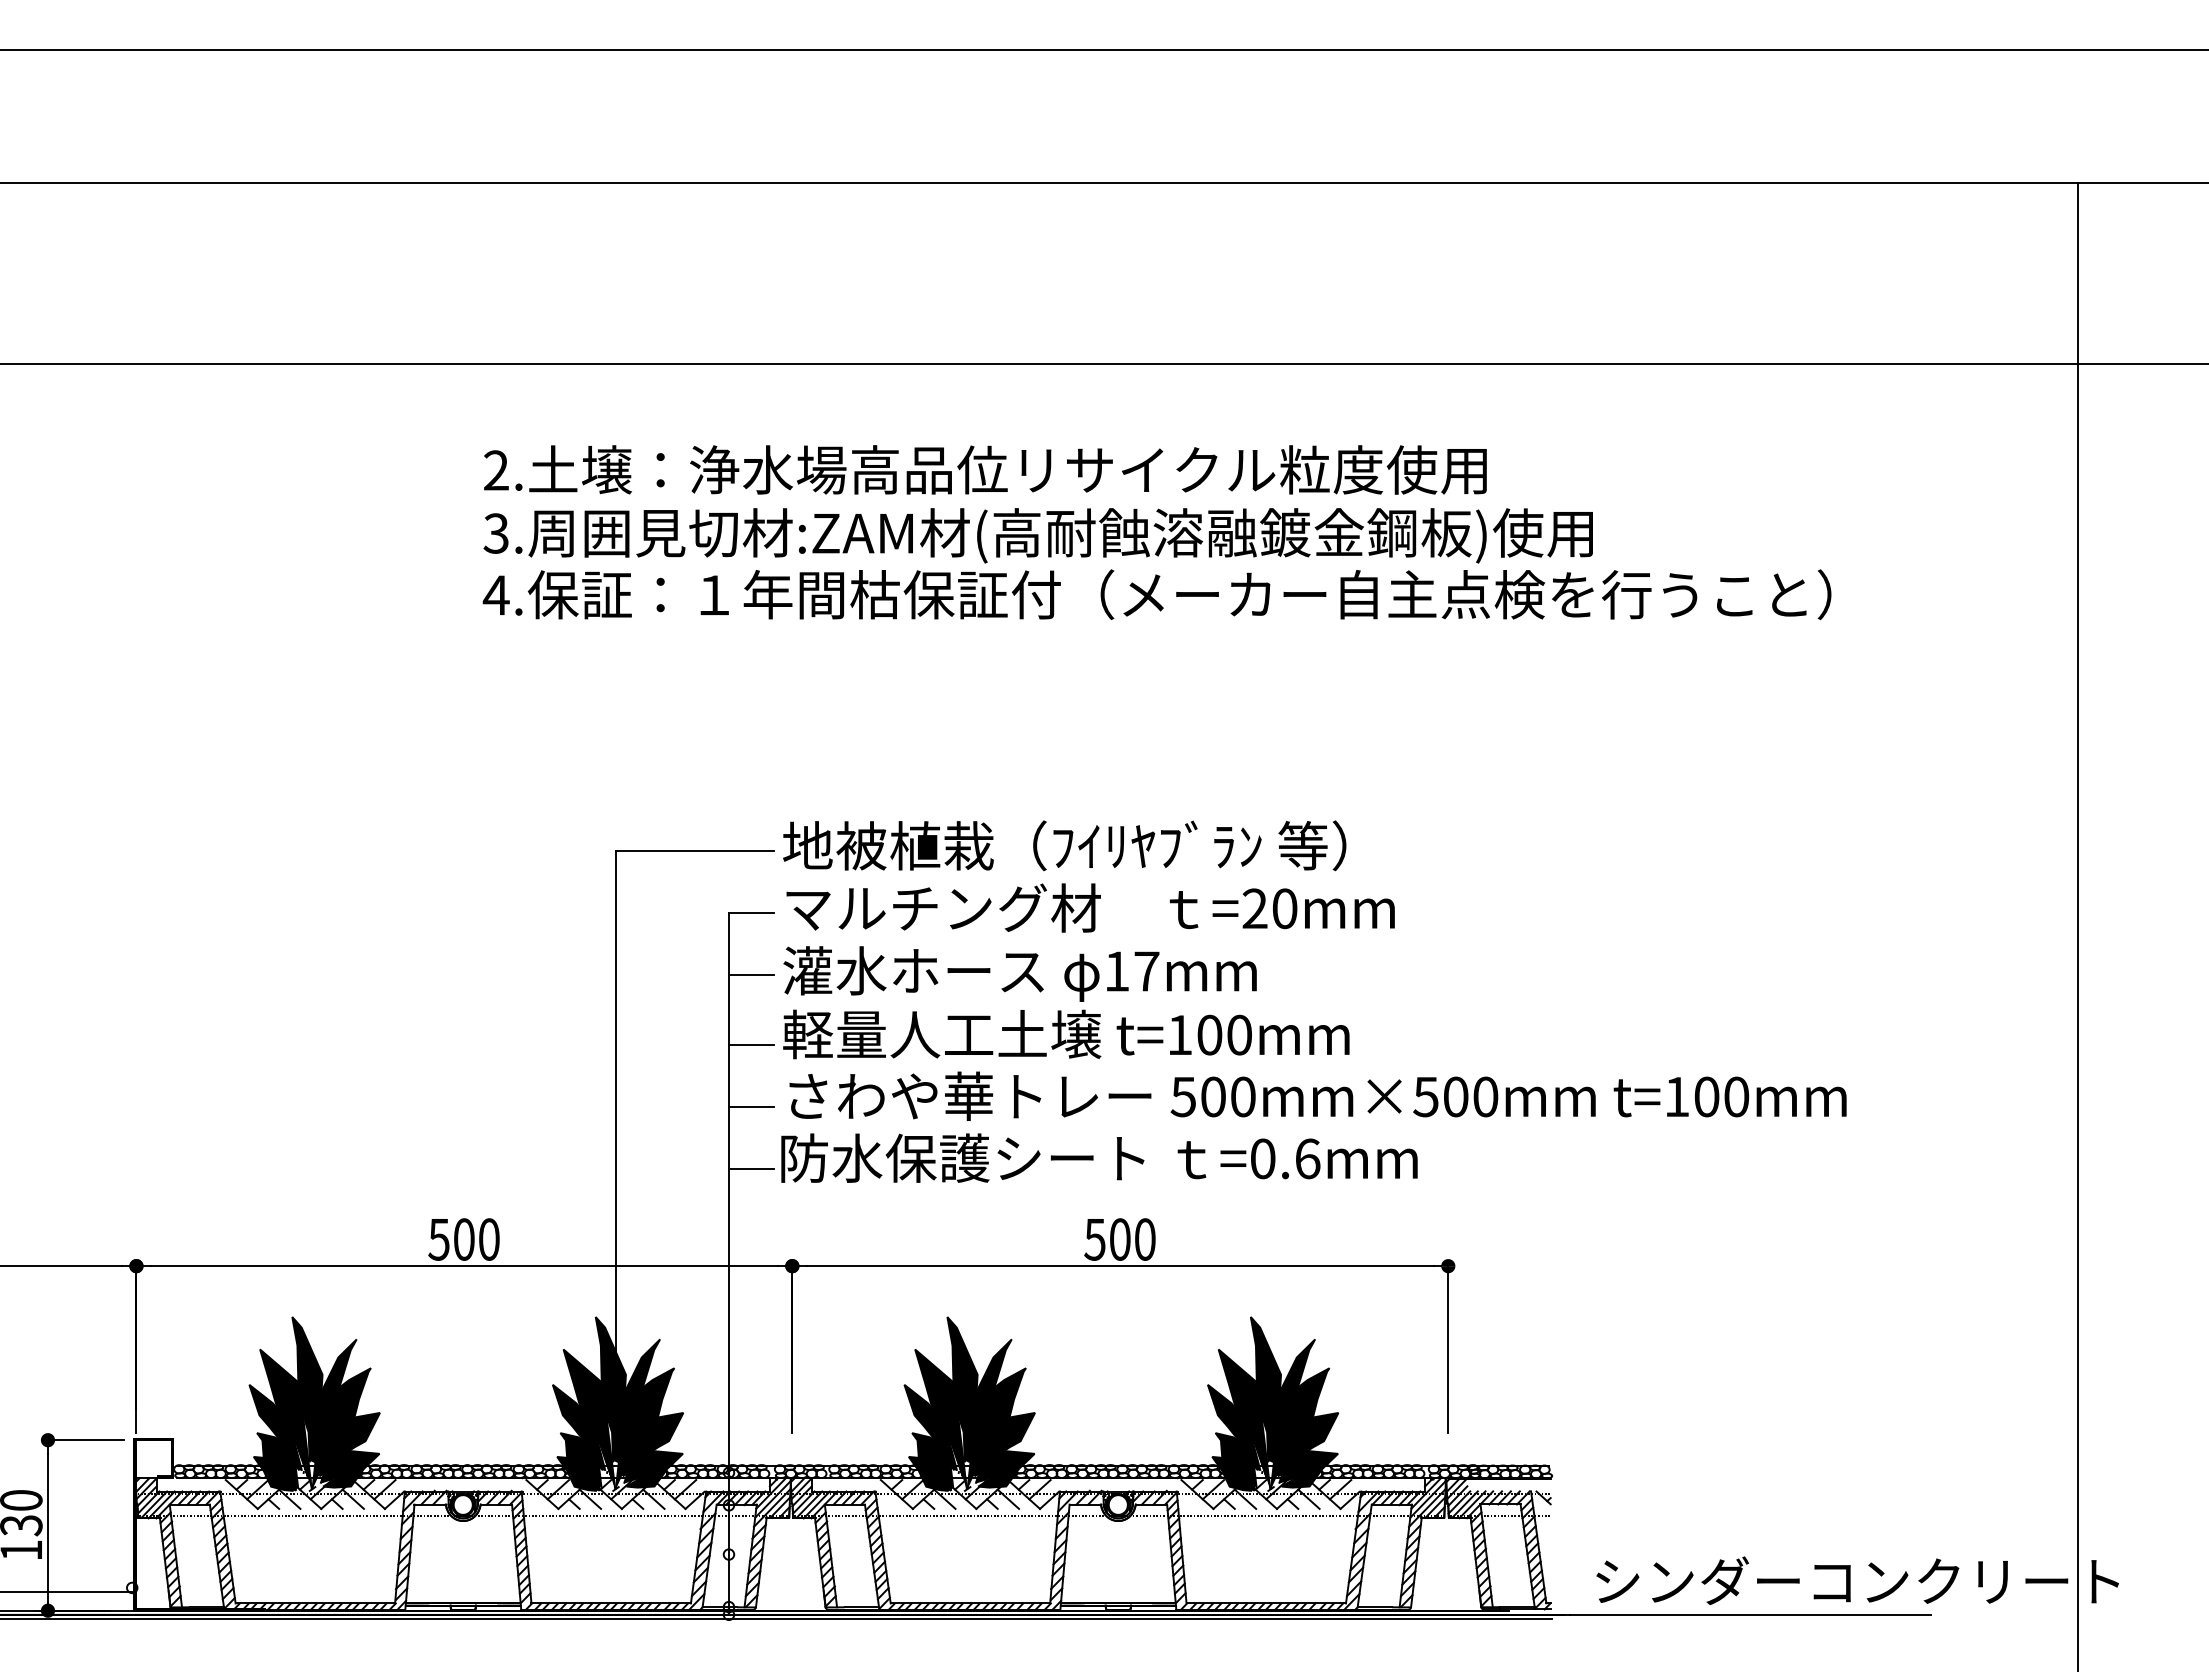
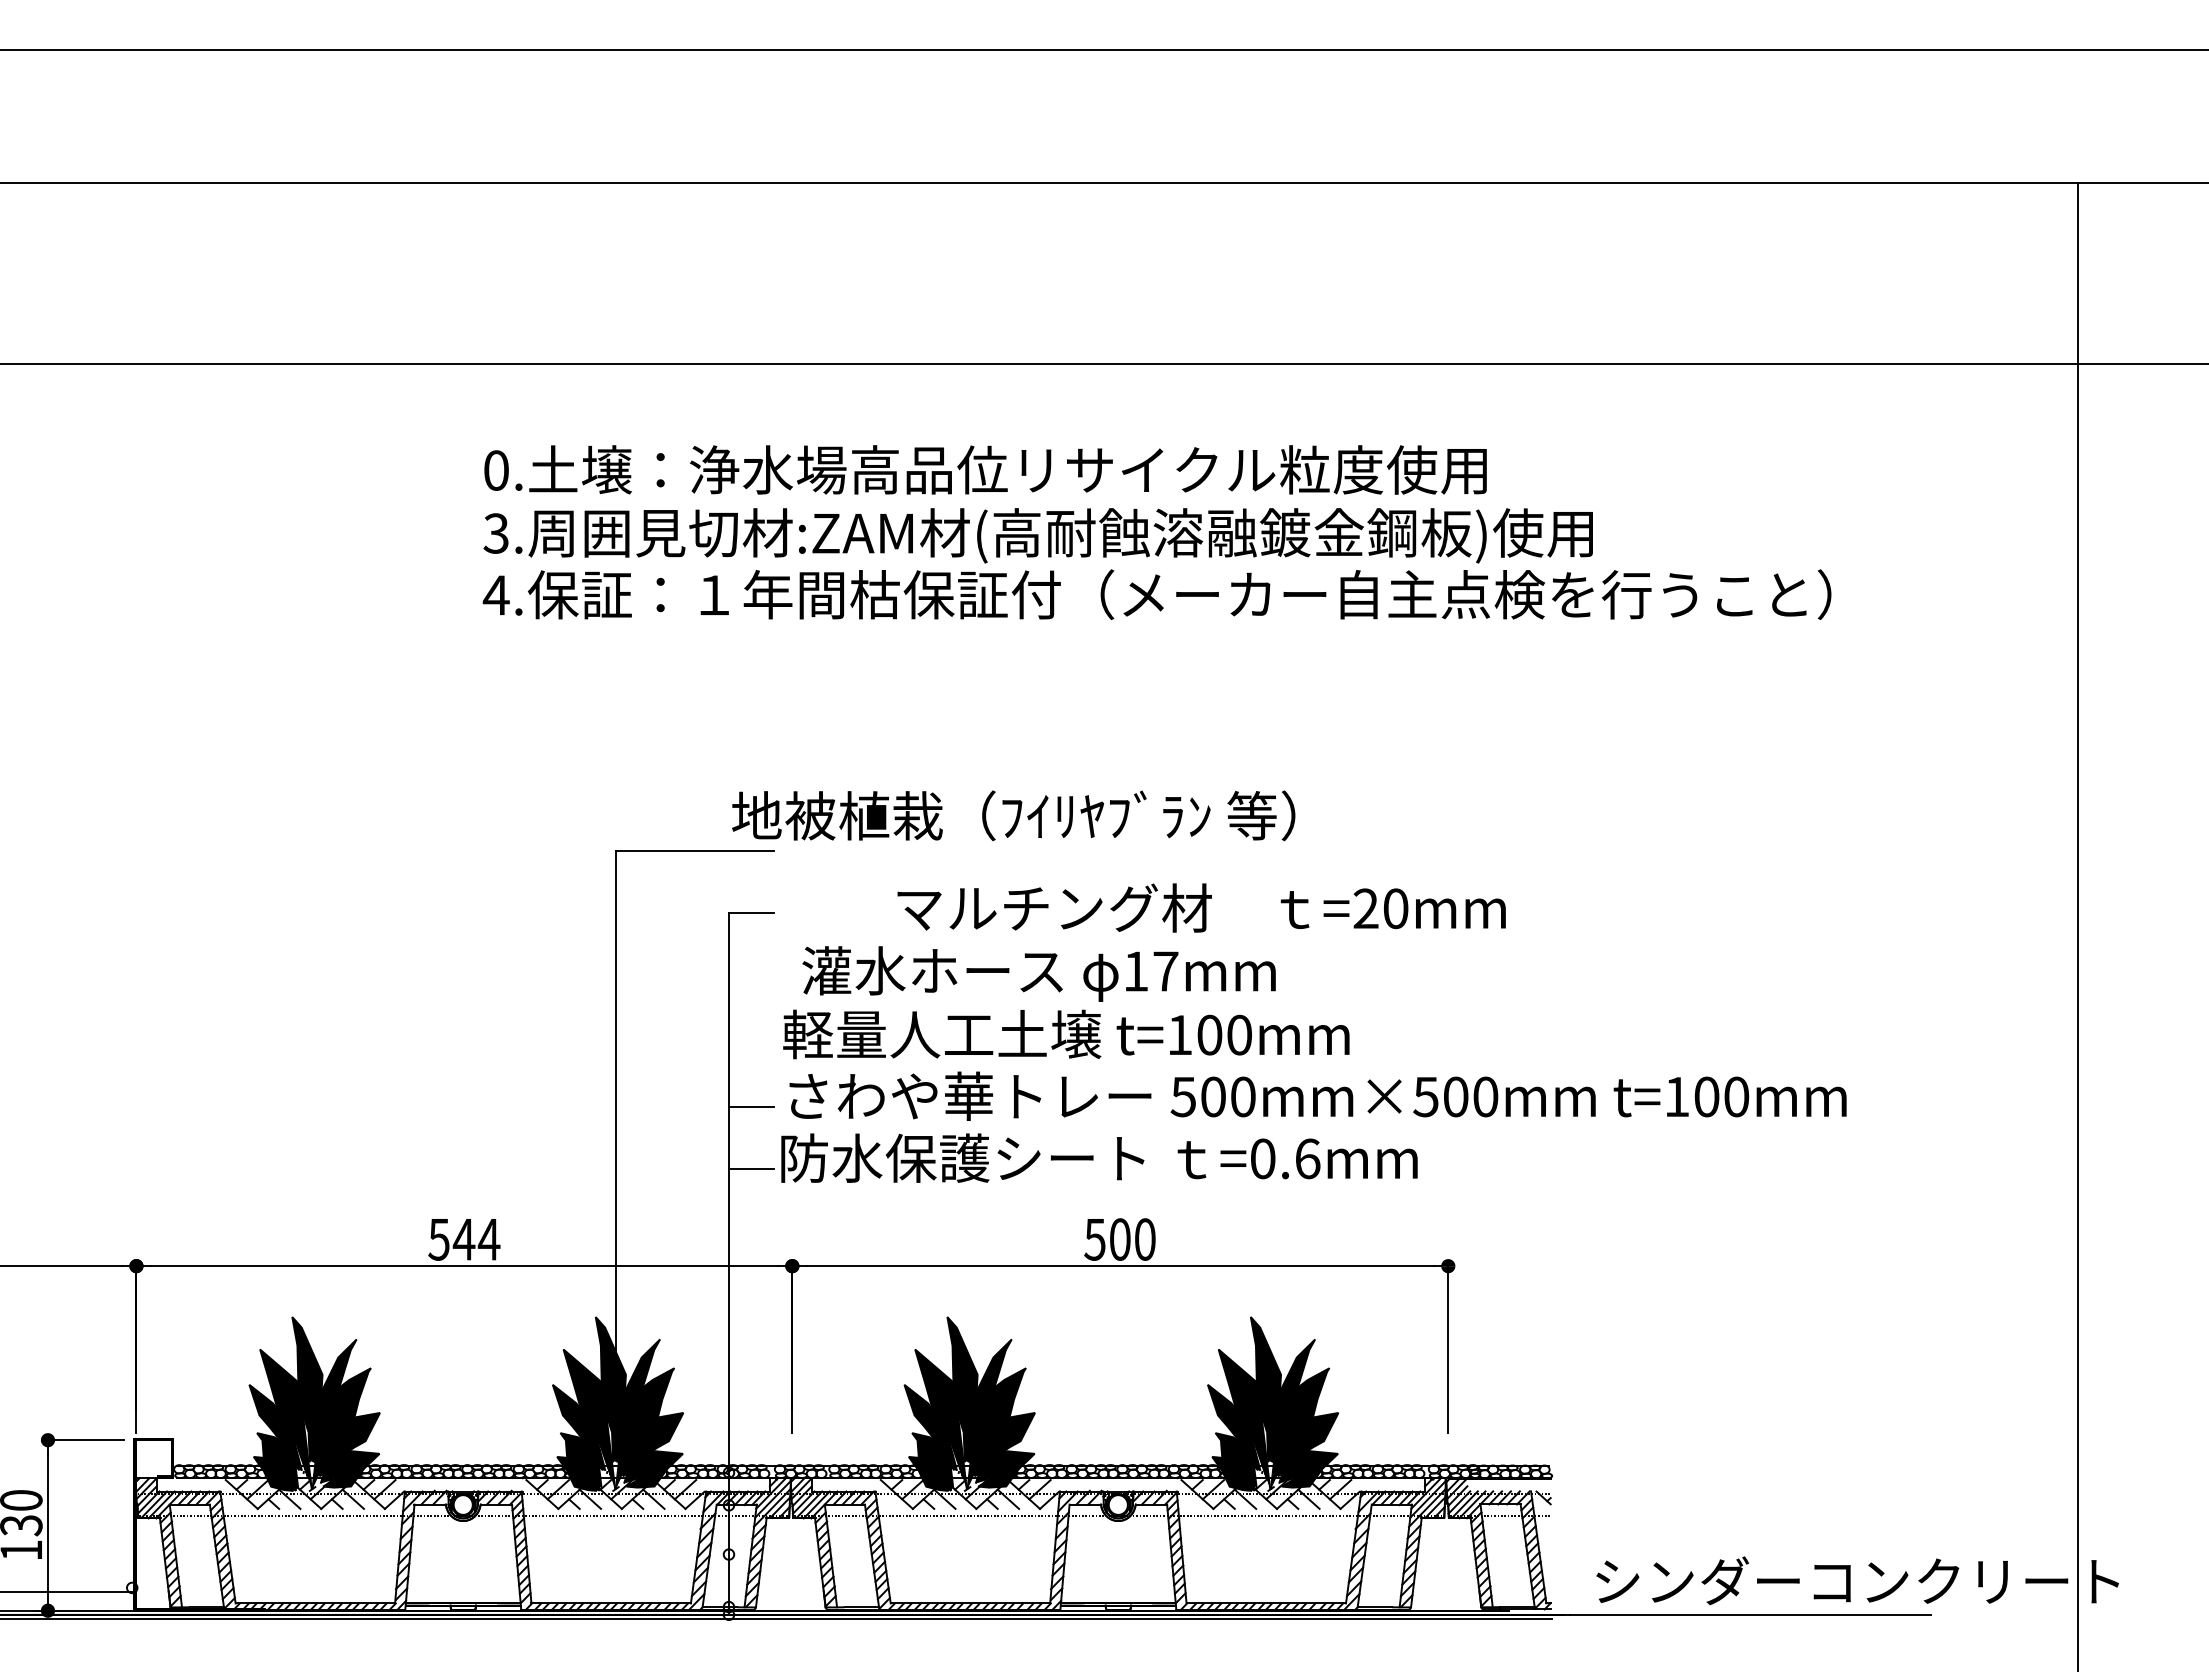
text at (496, 470): 2. -> 0.
text at (1064, 845) position: (1064, 845) -> (1013, 815)
text at (1090, 907) position: (1090, 907) -> (1201, 907)
text at (1019, 973) position: (1019, 973) -> (1038, 973)
line at (751, 975): present -> none
line at (751, 1044): present -> none
text at (476, 1239): 500 -> 544
